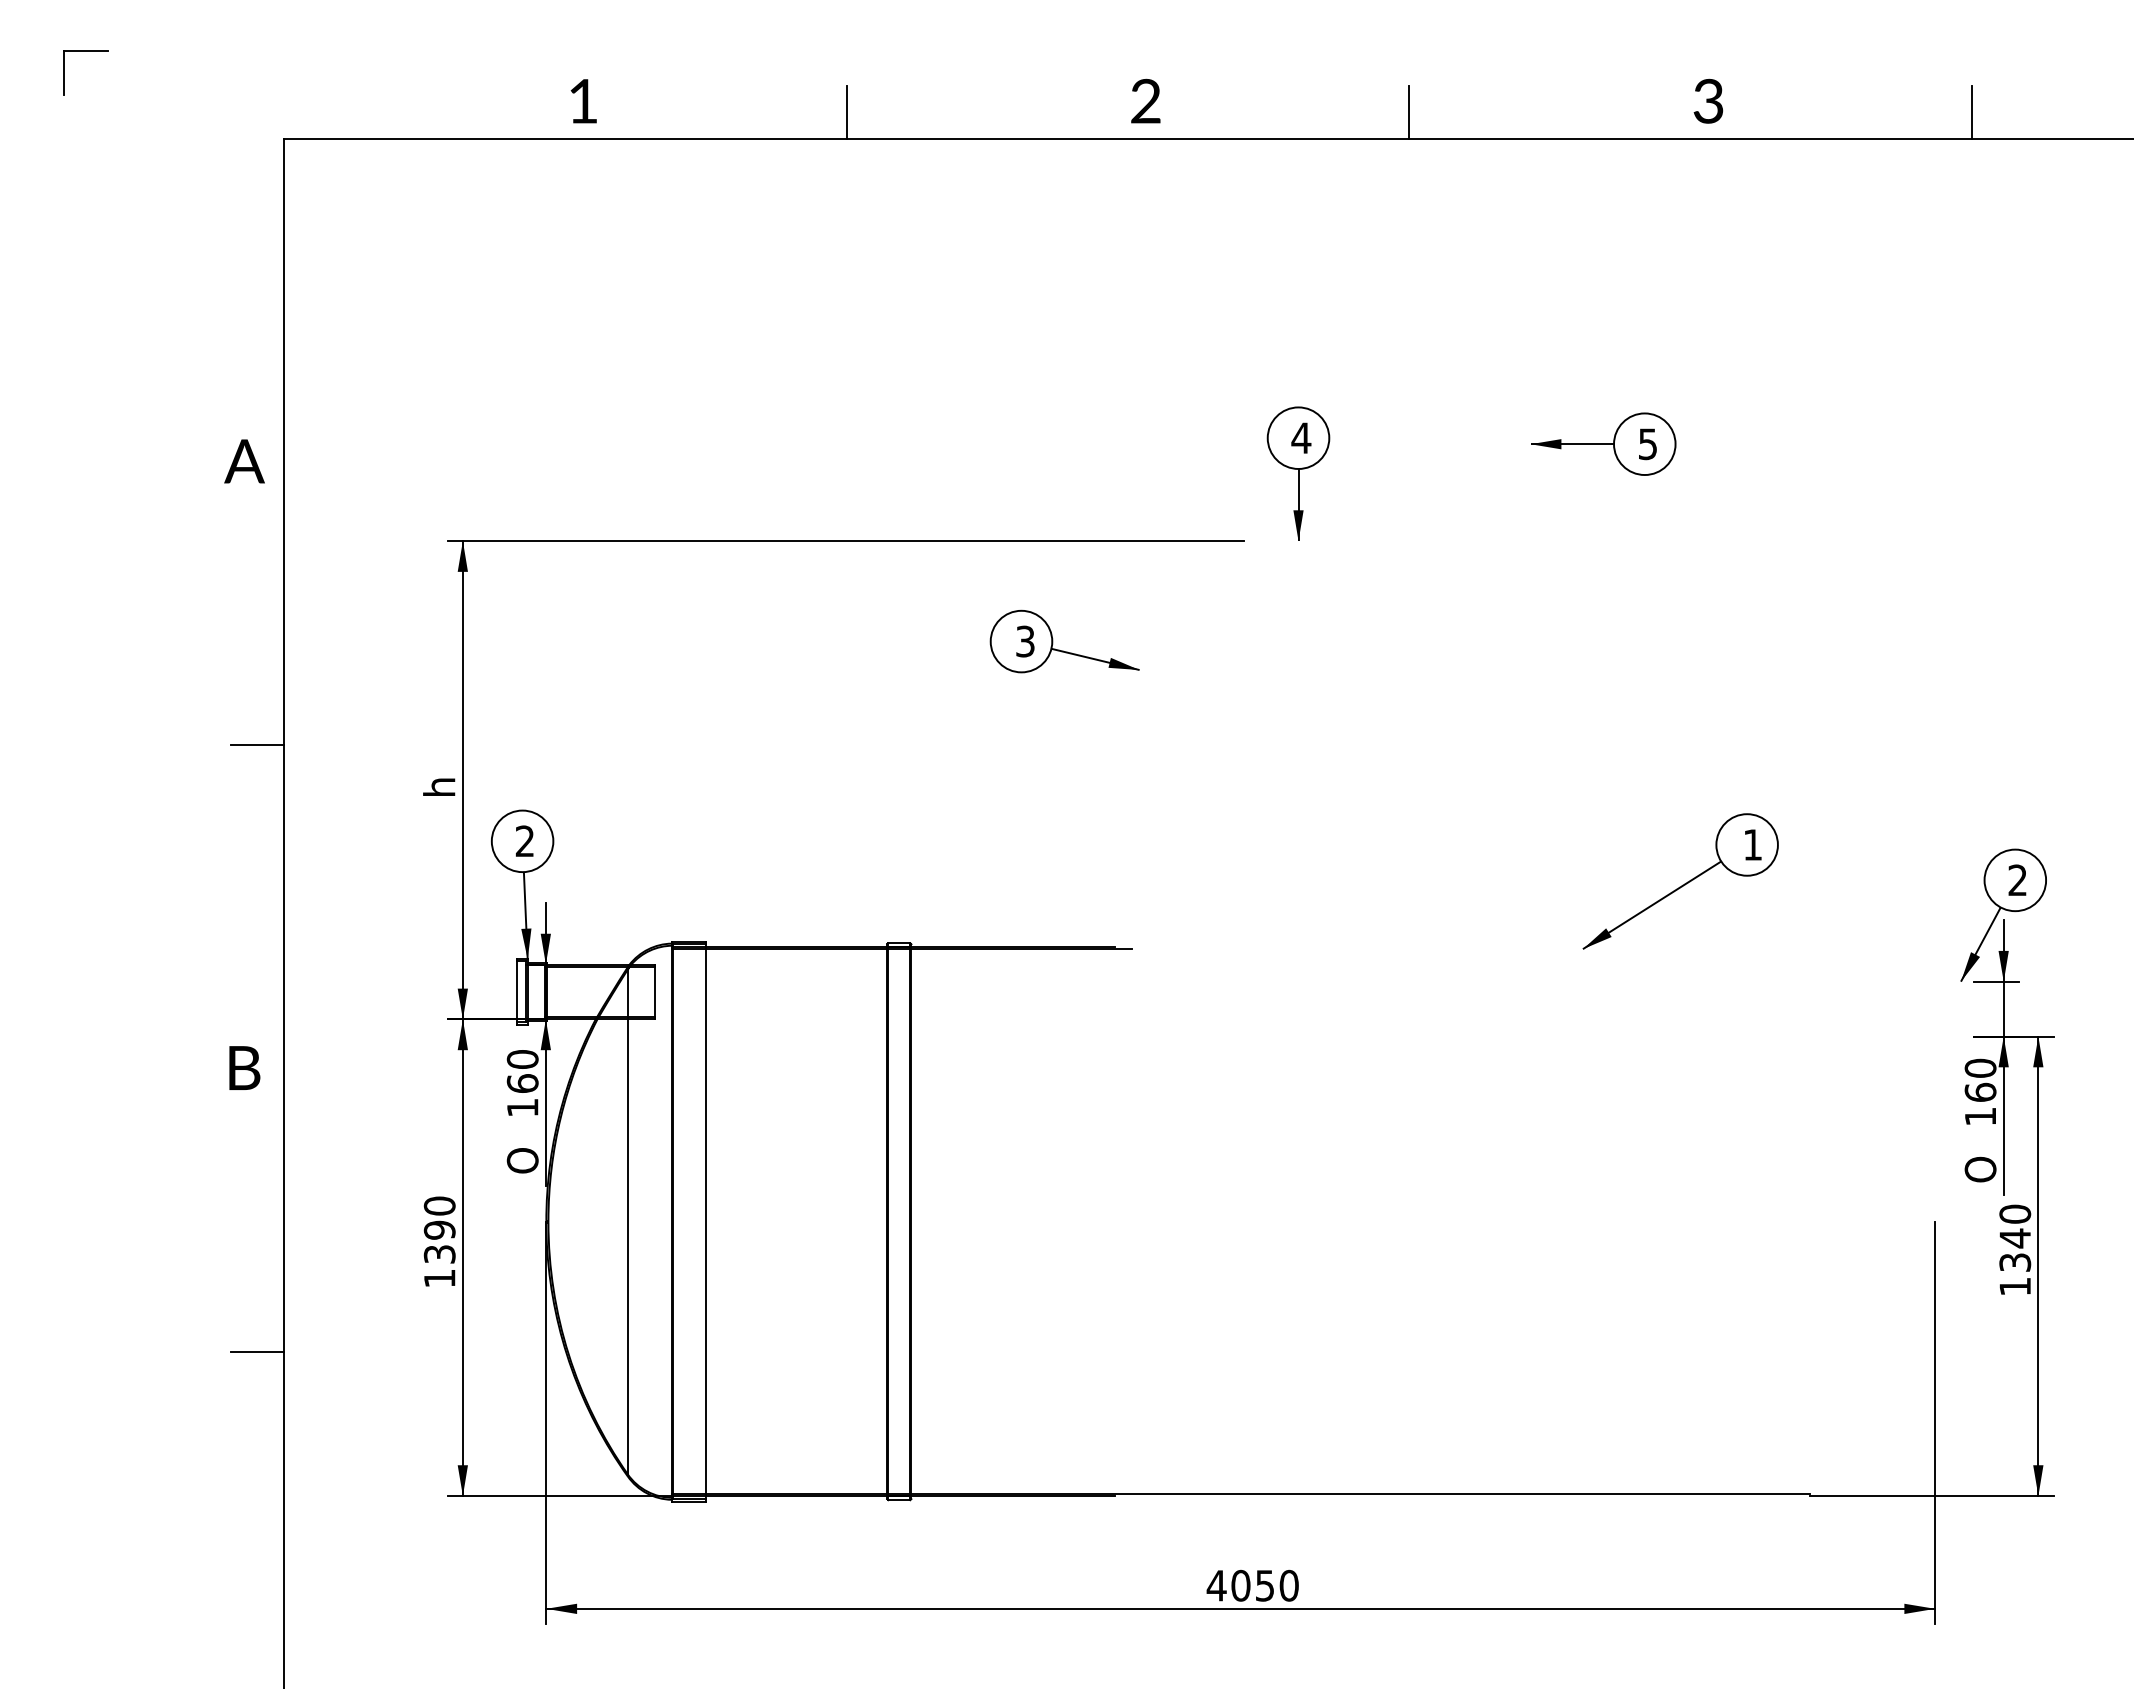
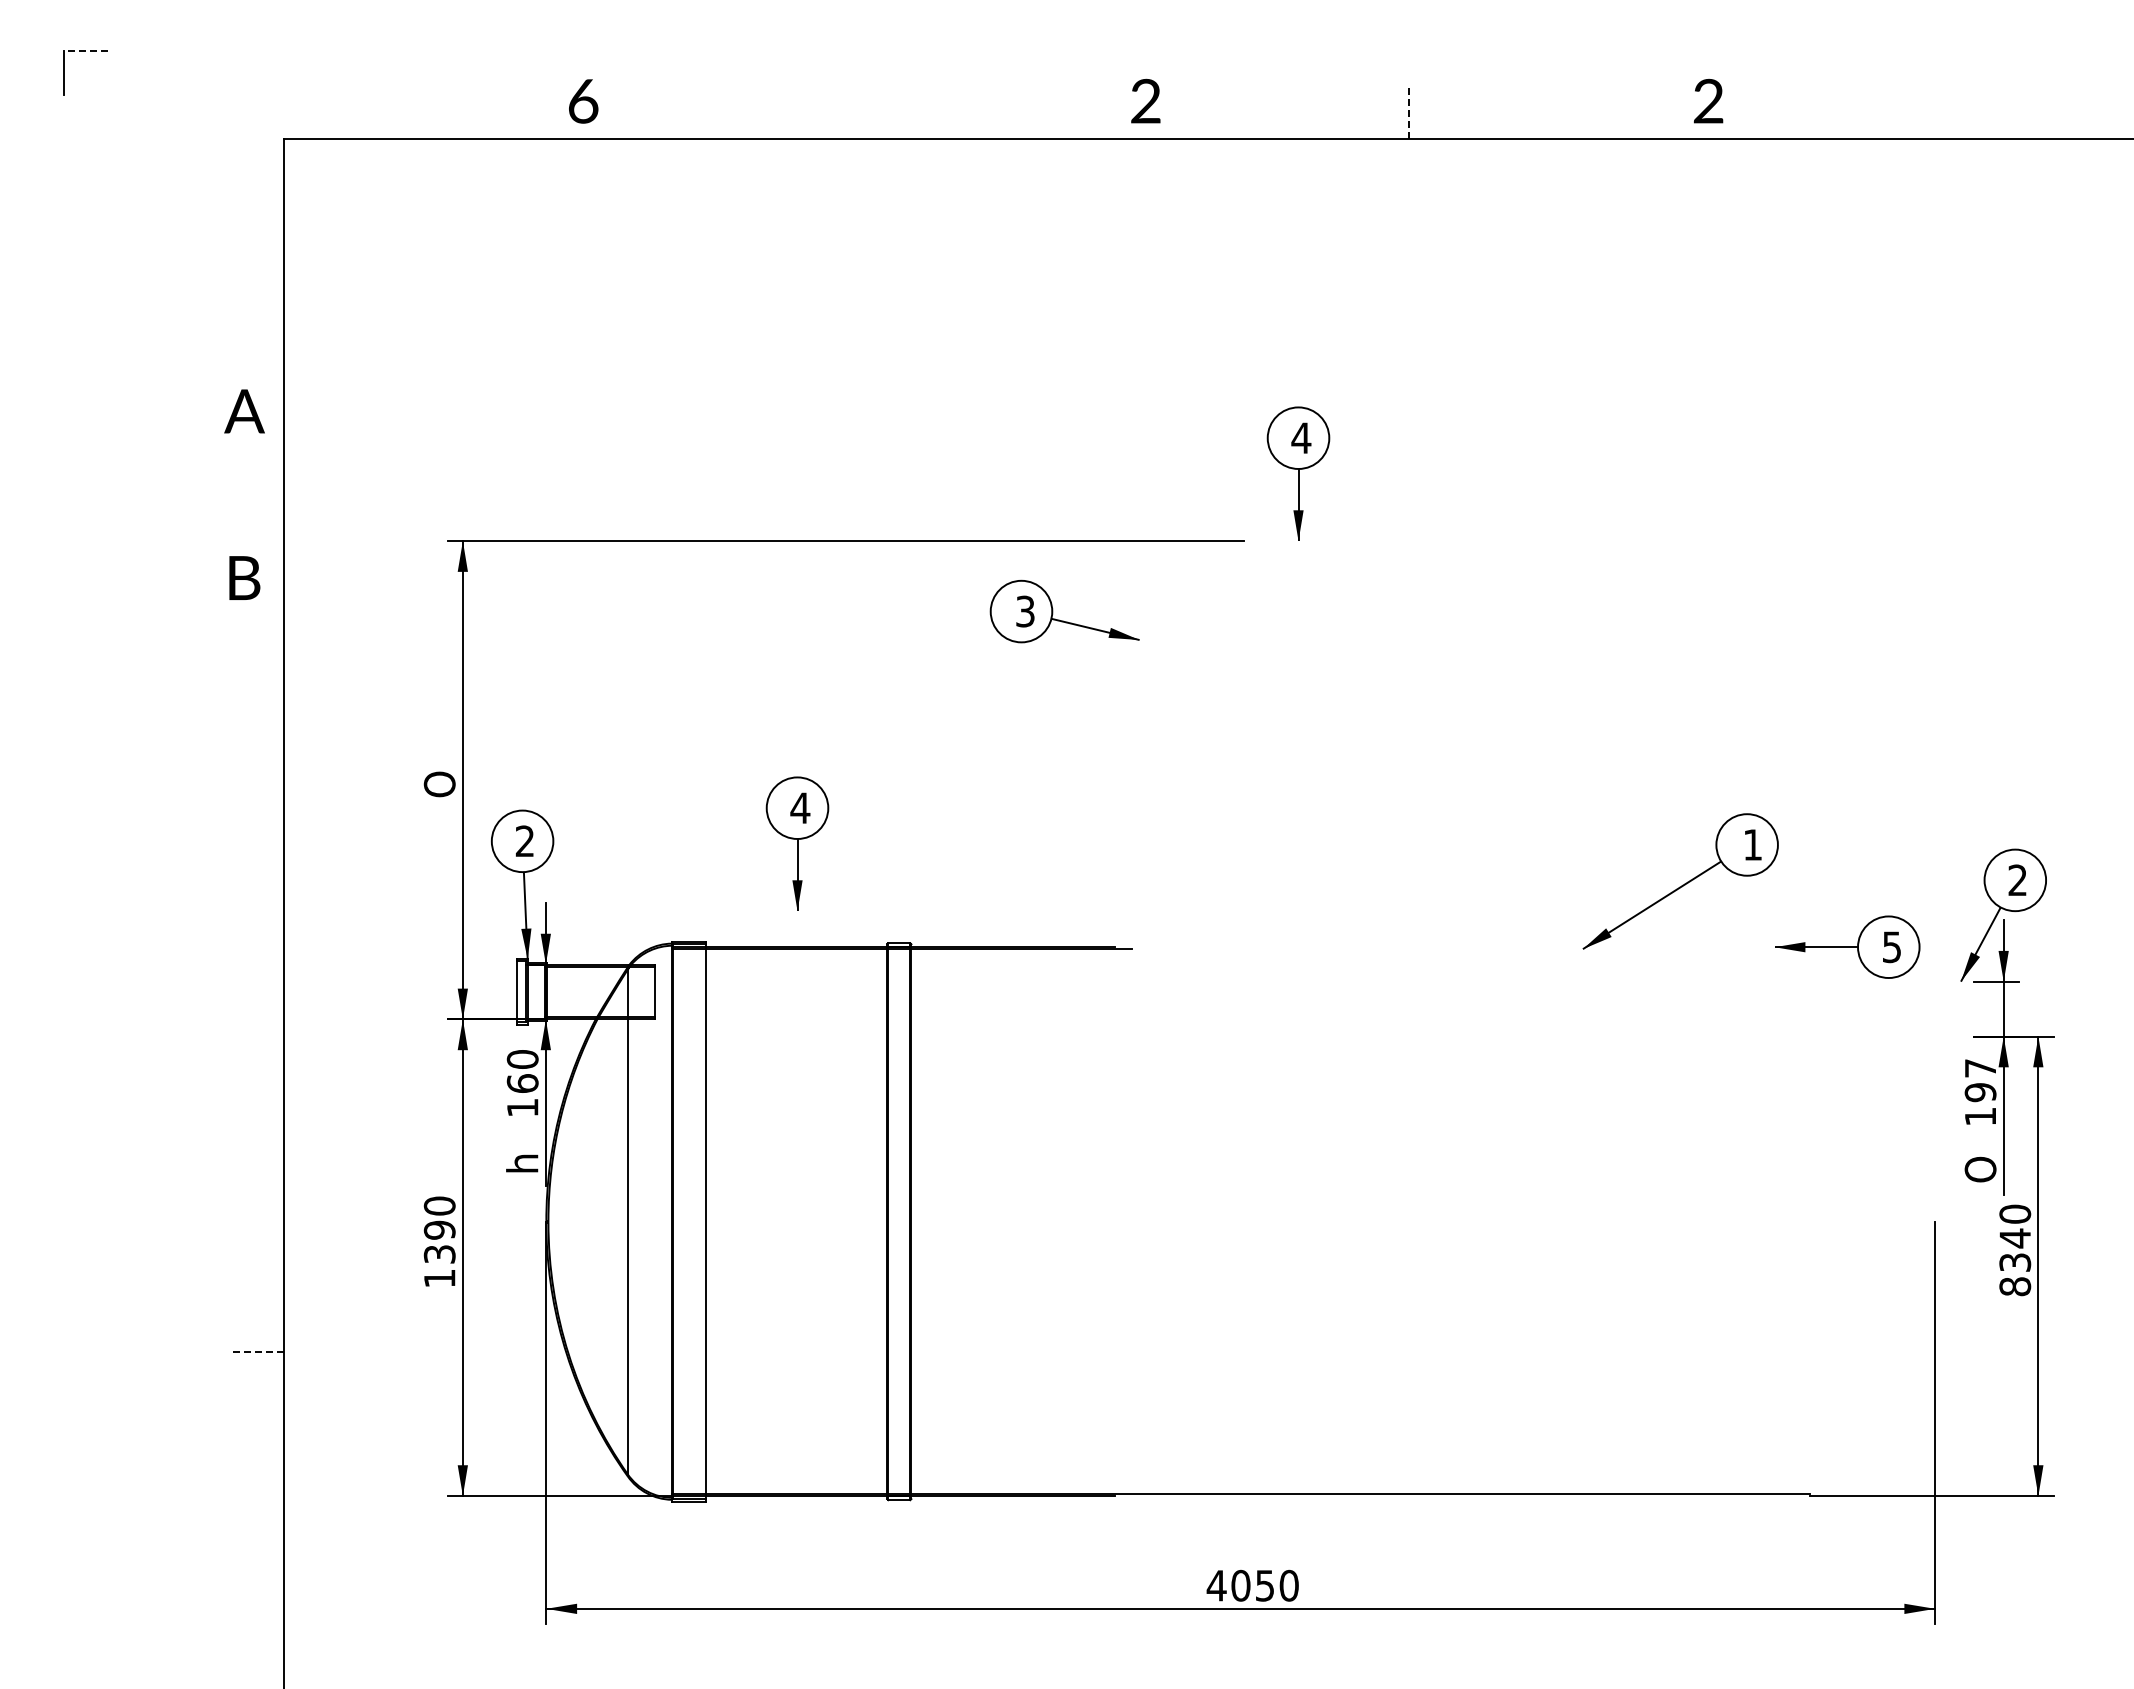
line at (86, 50): solid -> dashed
text at (583, 101): 1 -> 6
text at (1708, 101): 3 -> 2
line at (1409, 111): solid -> dashed
line at (846, 112): present -> none
line at (1971, 112): present -> none
part at (1603, 443) position: (1603, 443) -> (1847, 946)
text at (244, 461) position: (244, 461) -> (244, 411)
part at (1063, 650) position: (1063, 650) -> (1063, 620)
line at (257, 745): present -> none
text at (439, 784): h -> O
part at (797, 843): none -> present
text at (244, 1067) position: (244, 1067) -> (244, 577)
text at (1980, 1080): 160 -> 197
text at (522, 1160): O -> h
text at (2015, 1286): 1340 -> 8340
line at (256, 1352): solid -> dashed
